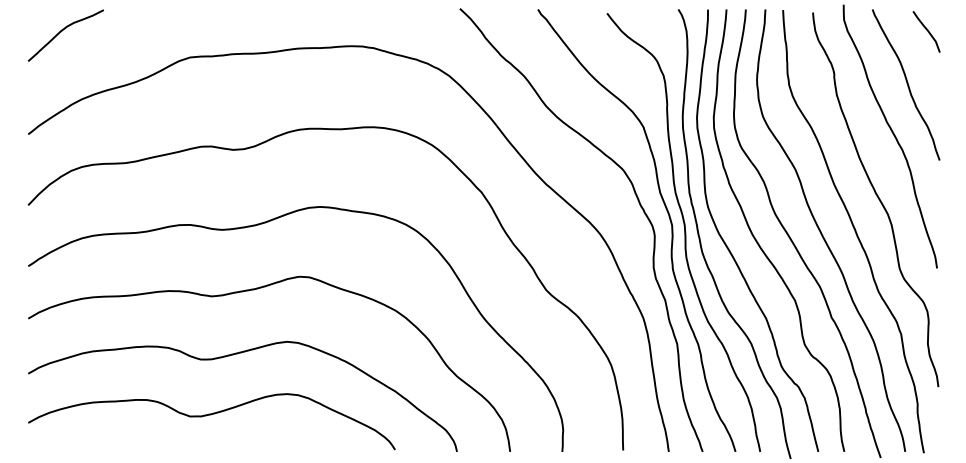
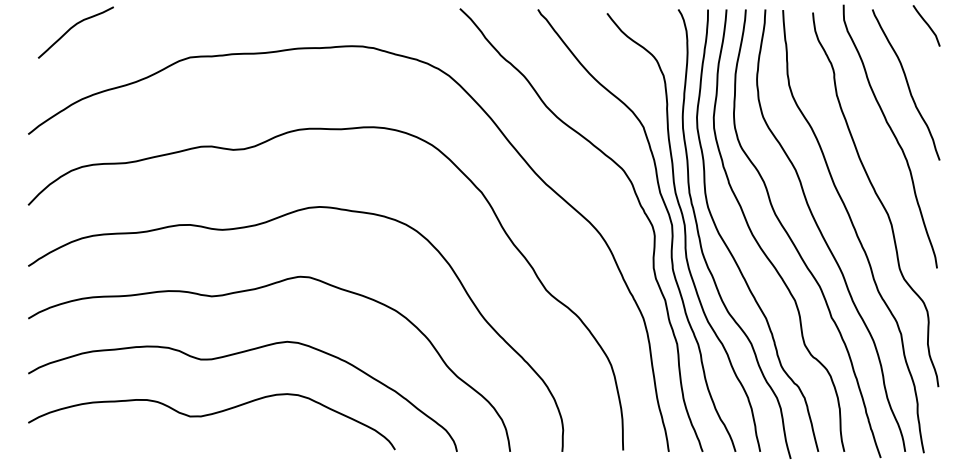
curve at (926, 30) position: (926, 30) -> (926, 24)
curve at (62, 31) position: (62, 31) -> (72, 28)
